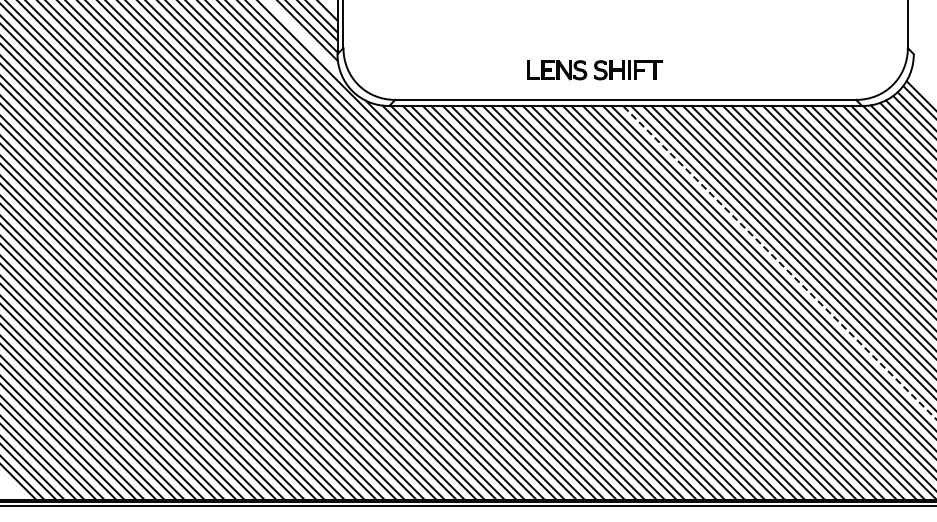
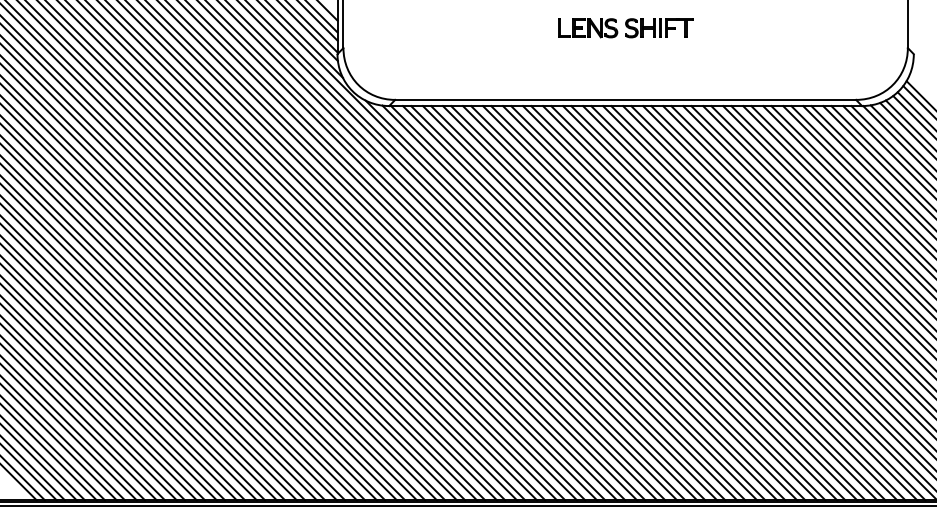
line at (304, 39): none -> present
part at (594, 70) position: (594, 70) -> (625, 28)
line at (779, 262): dashed -> solid
